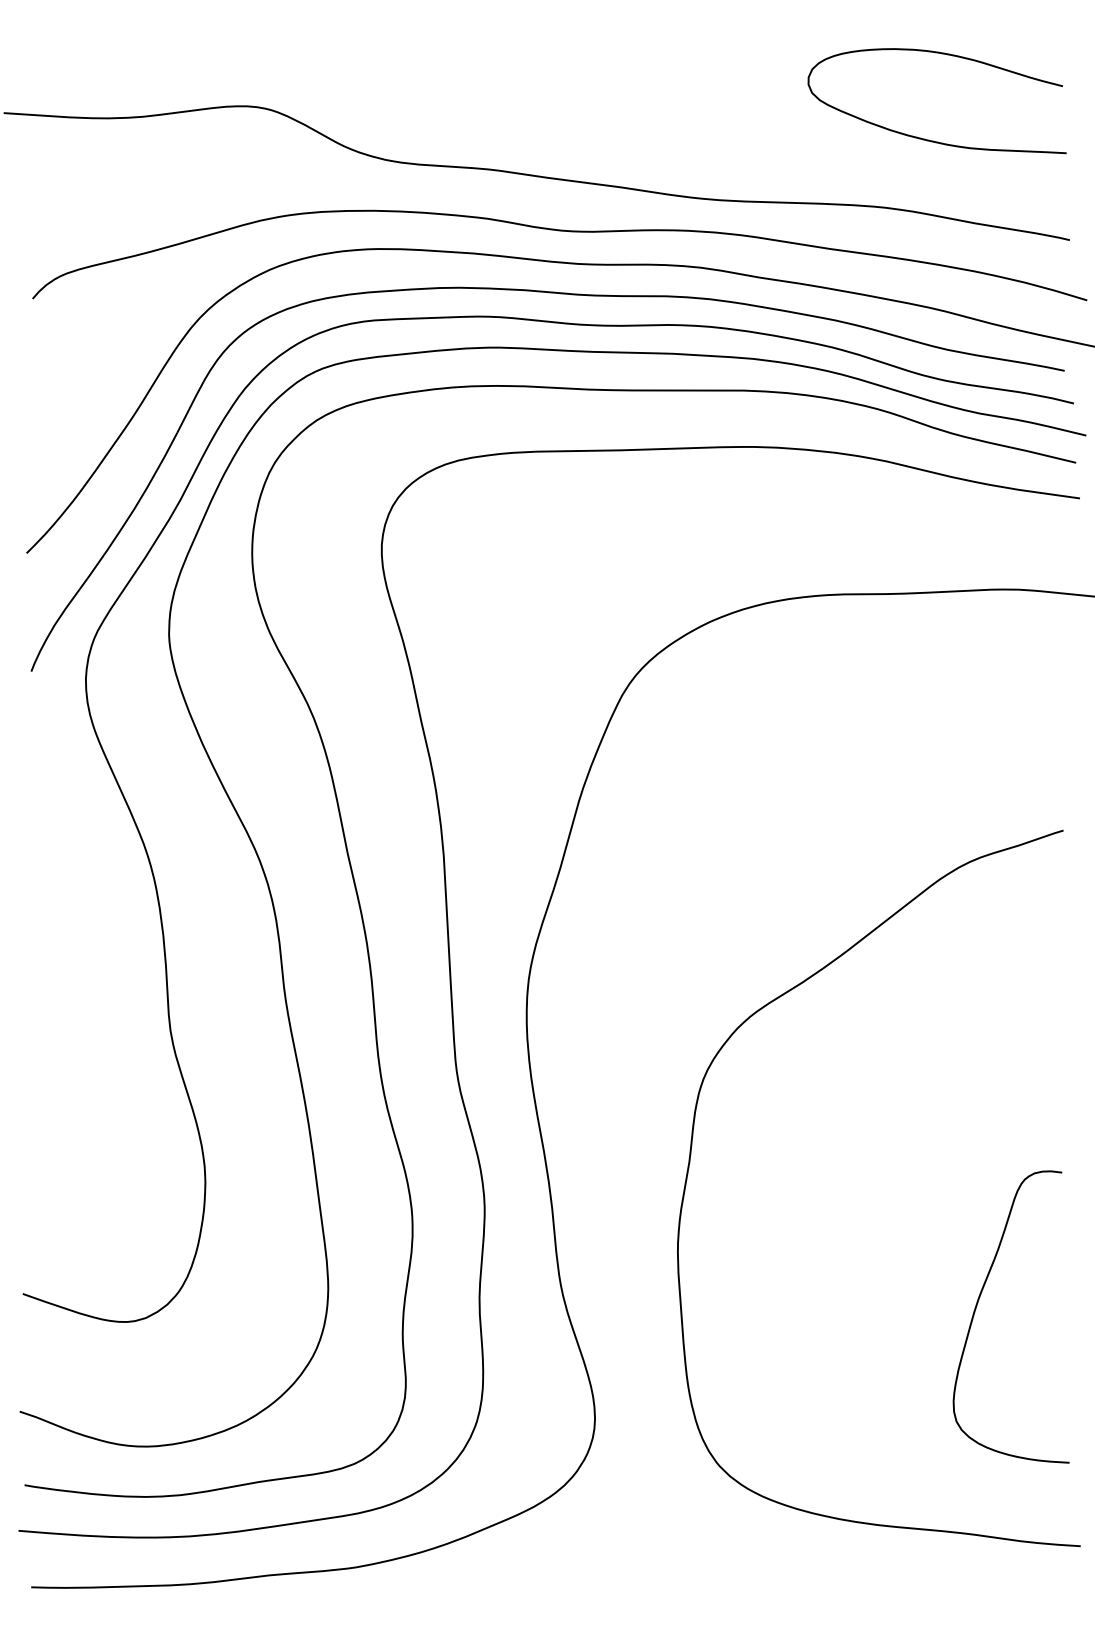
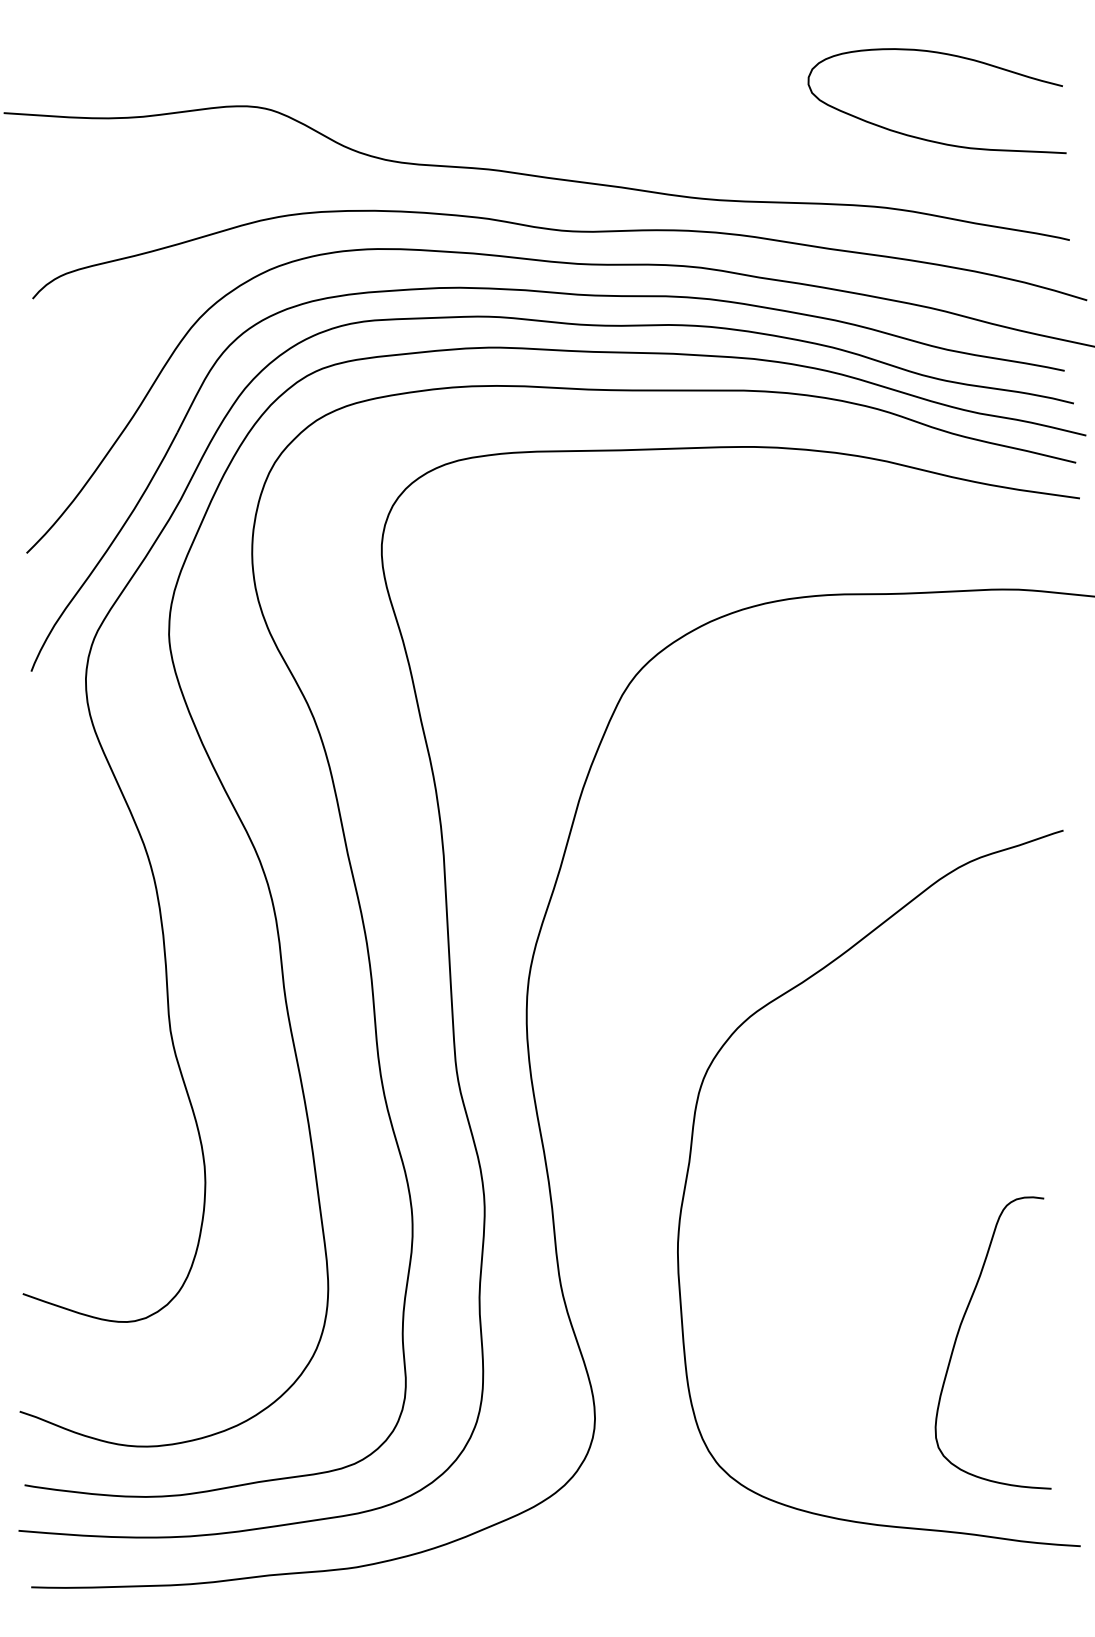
curve at (977, 1306) position: (977, 1306) -> (959, 1332)
